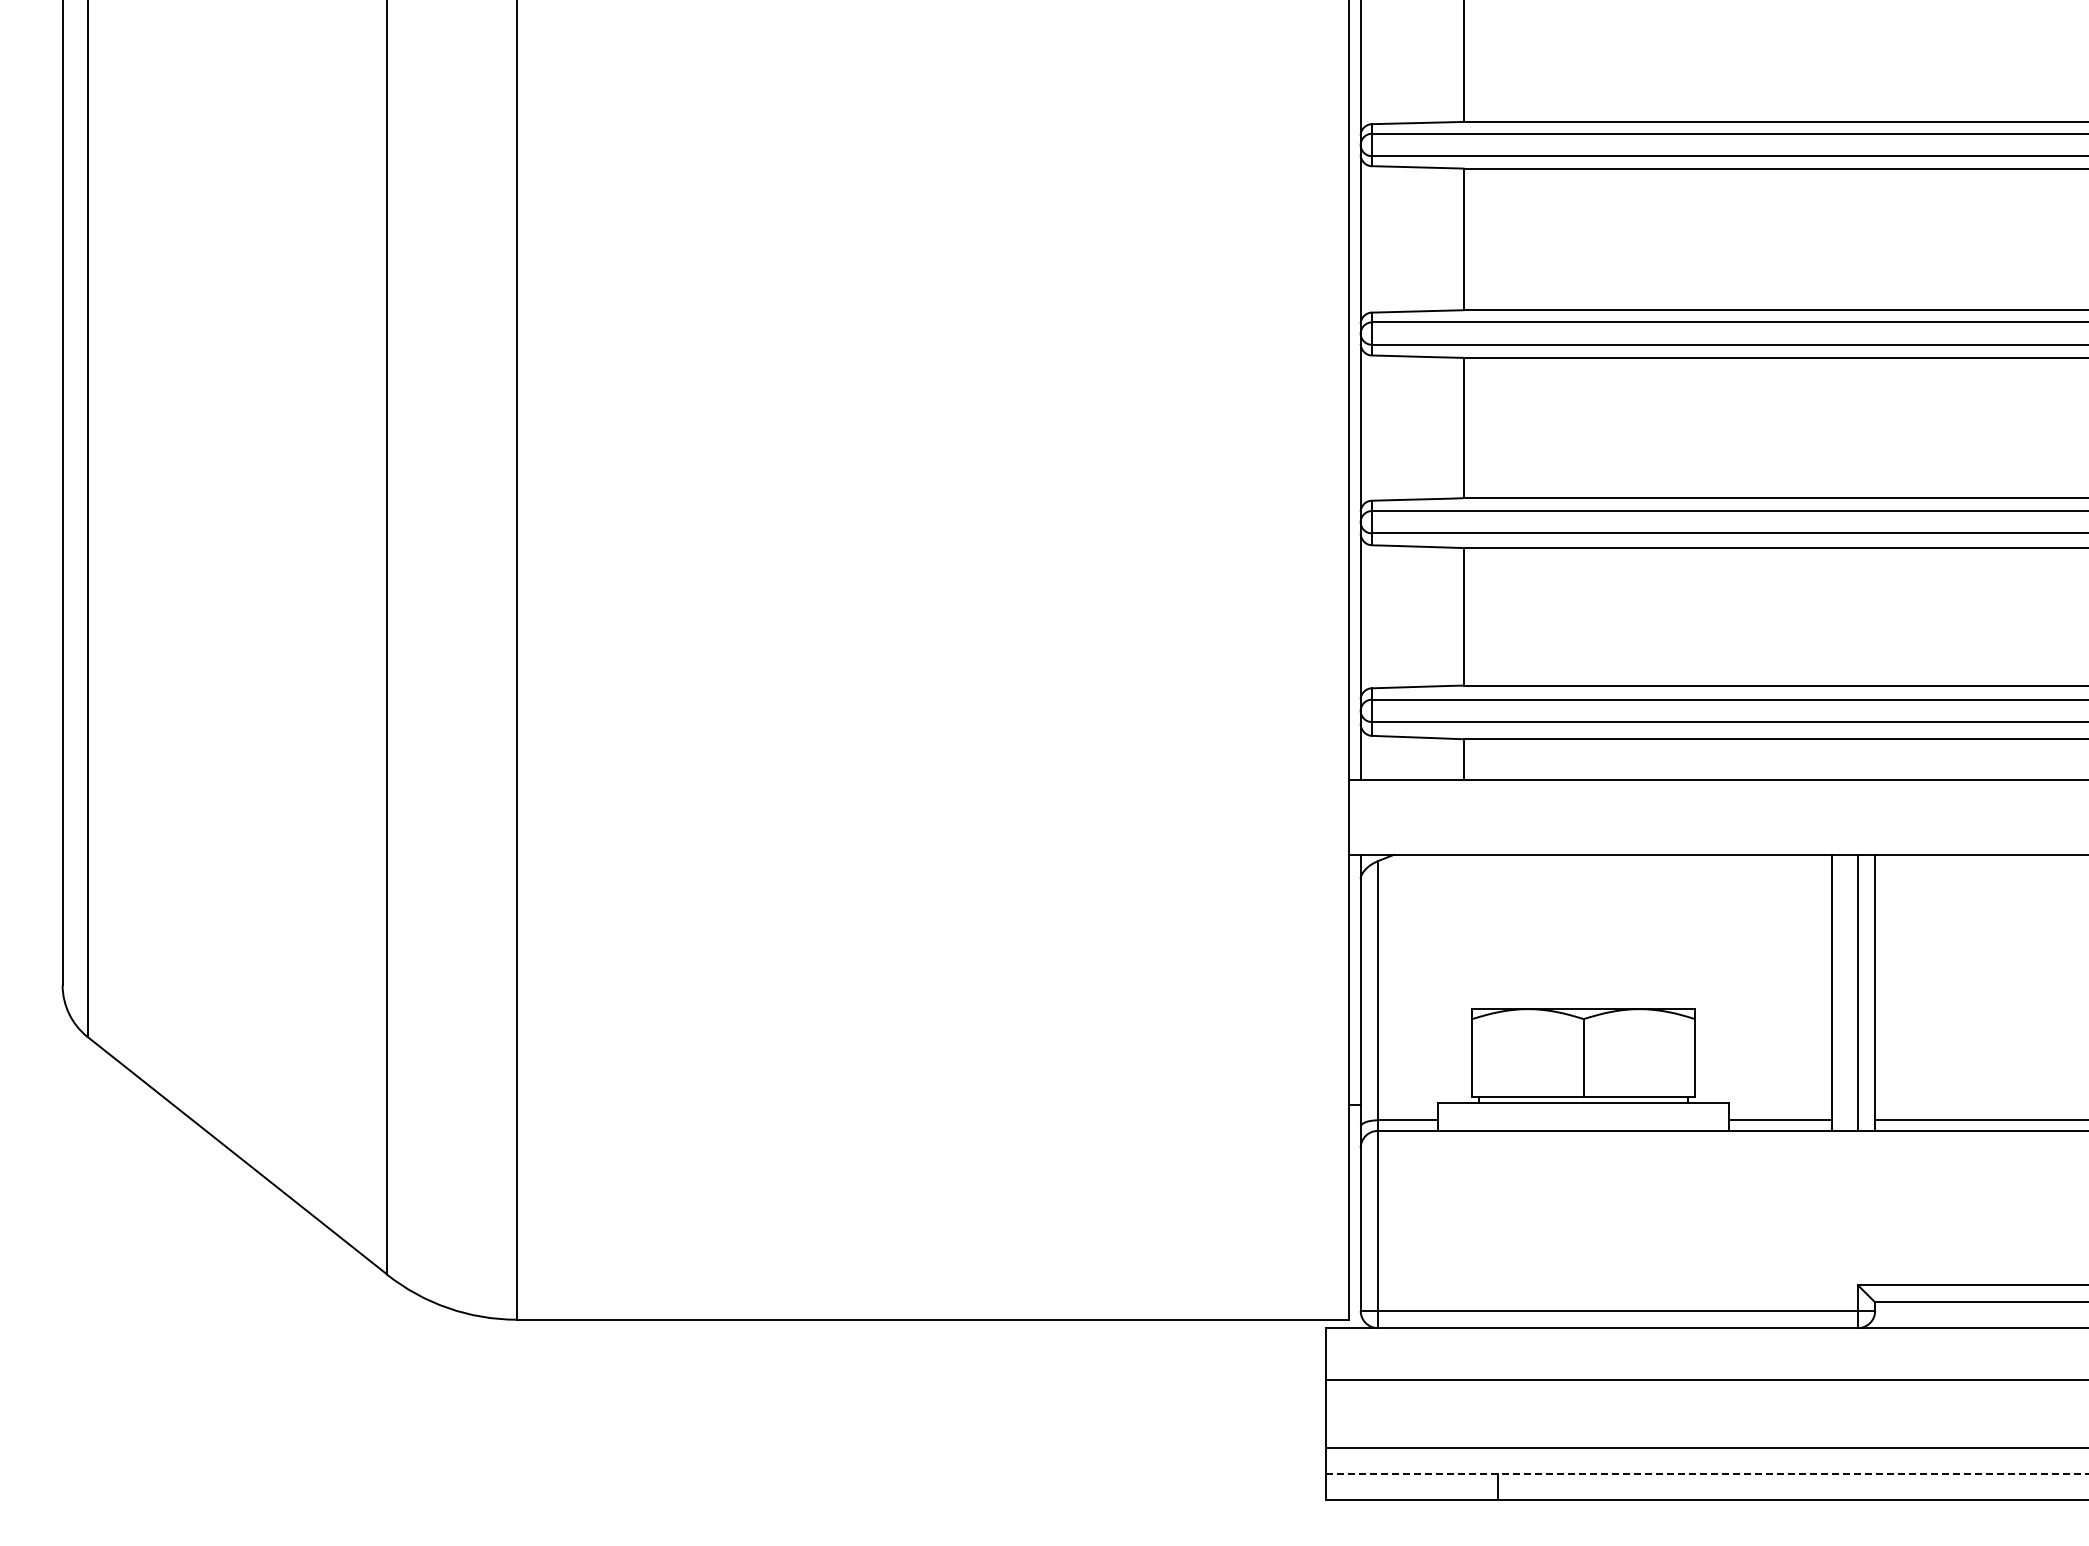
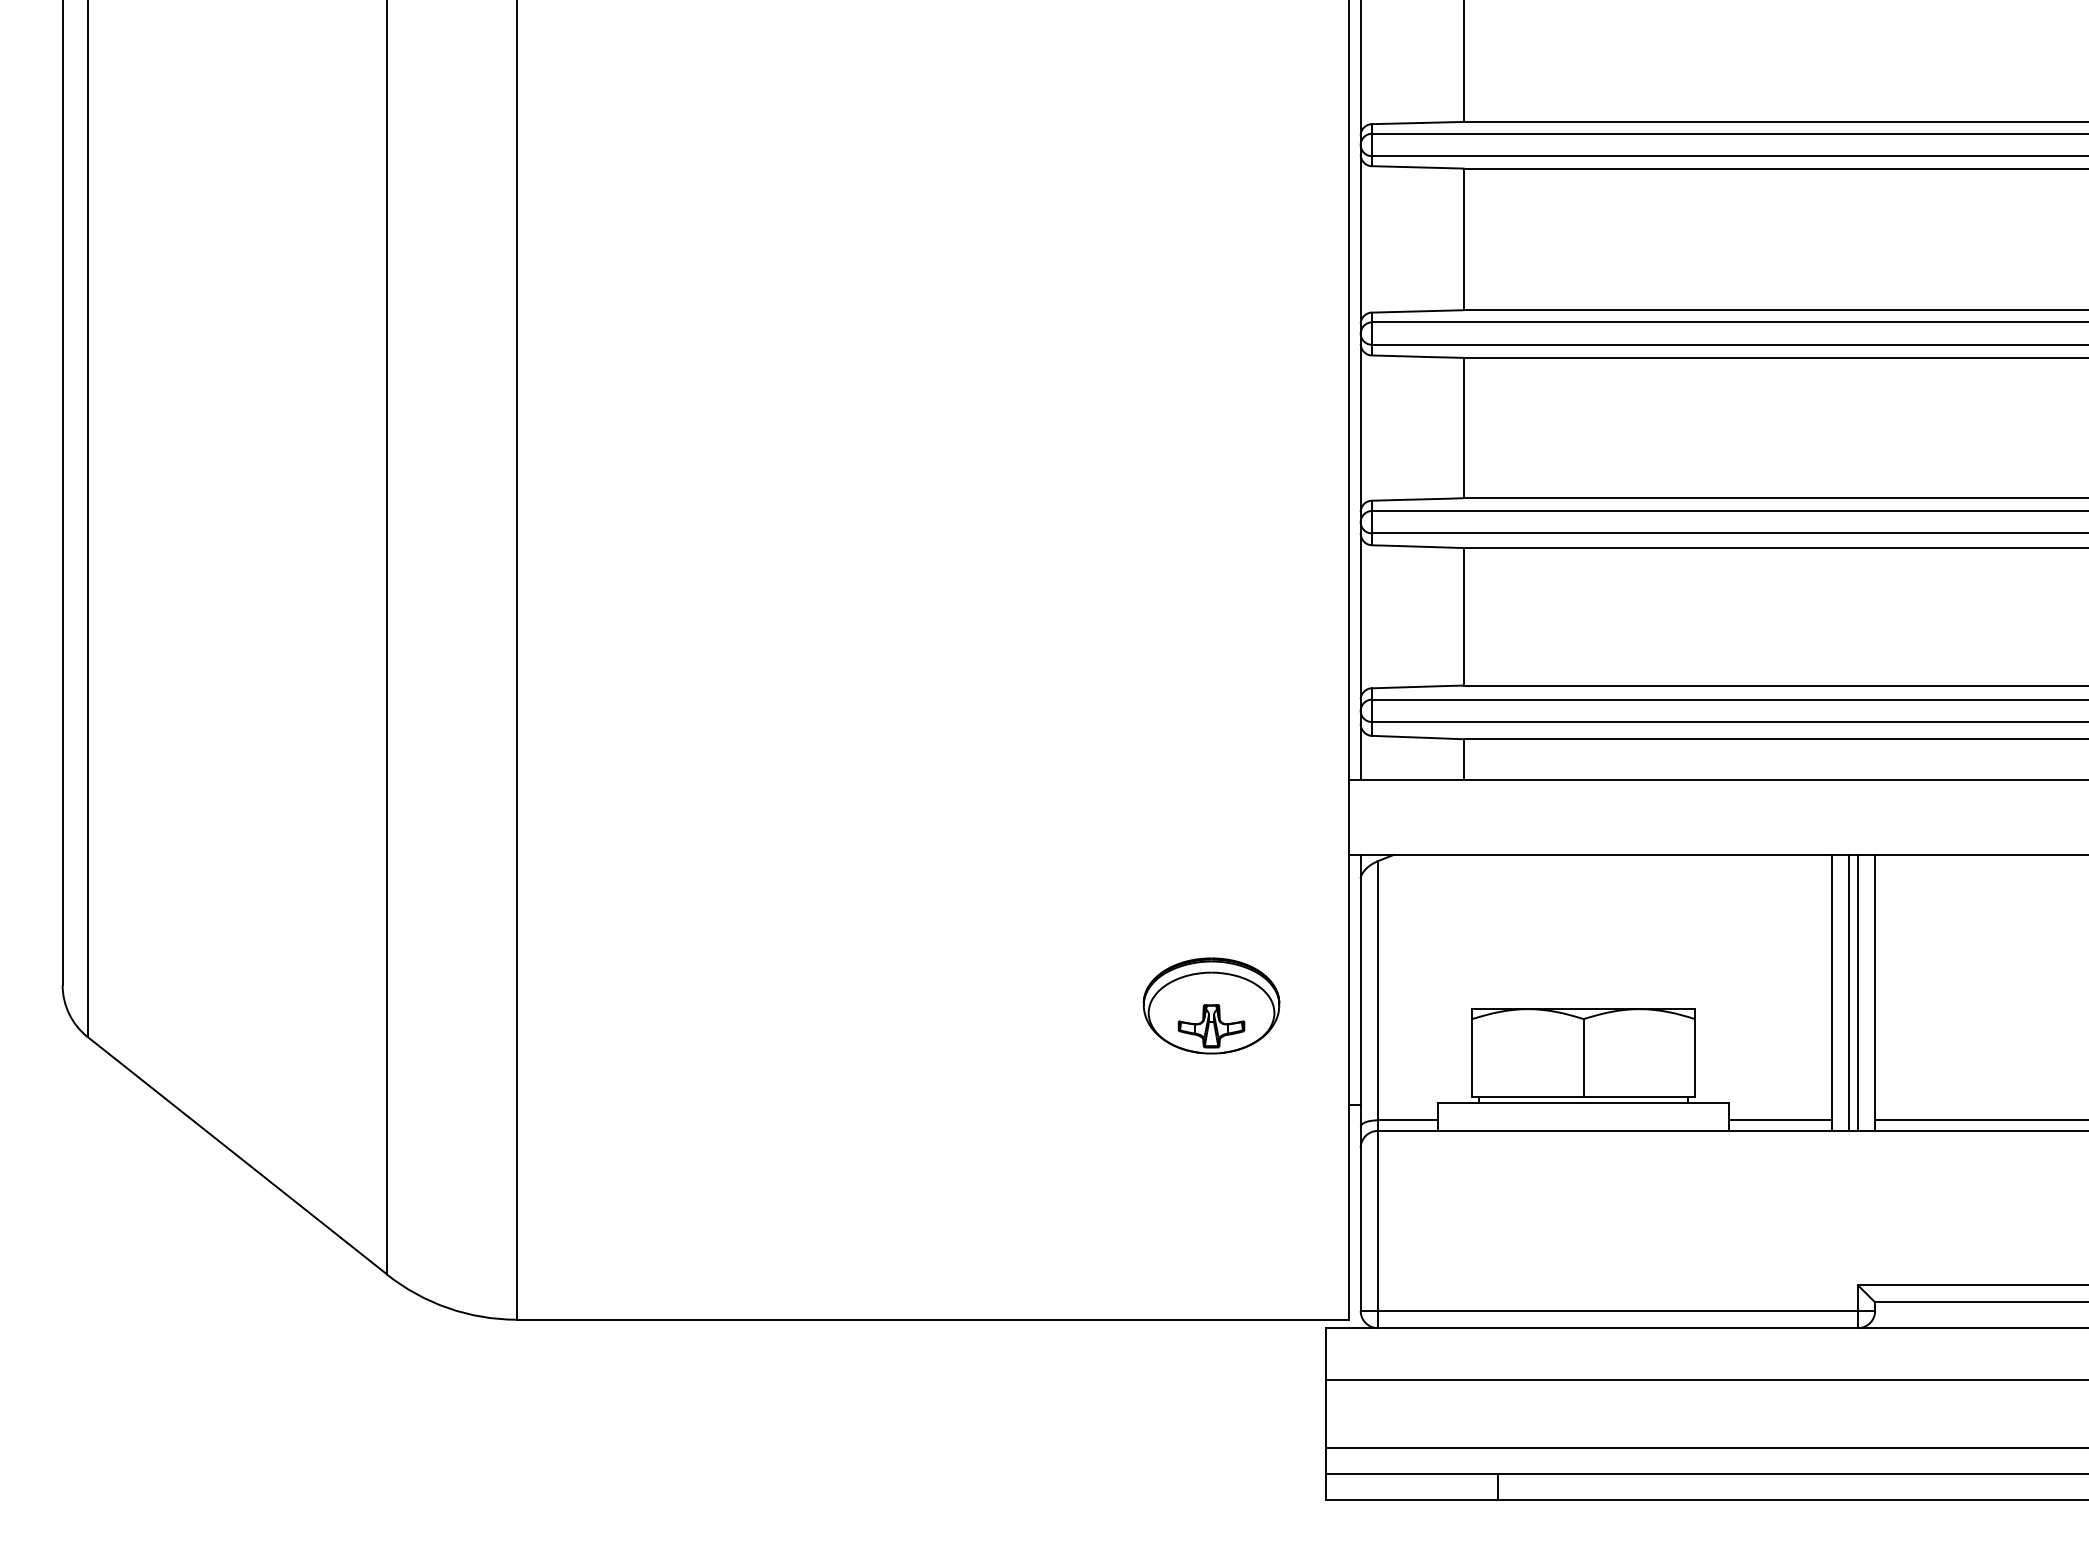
line at (1849, 992): none -> present
part at (1211, 1005): none -> present
line at (1707, 1473): dashed -> solid
